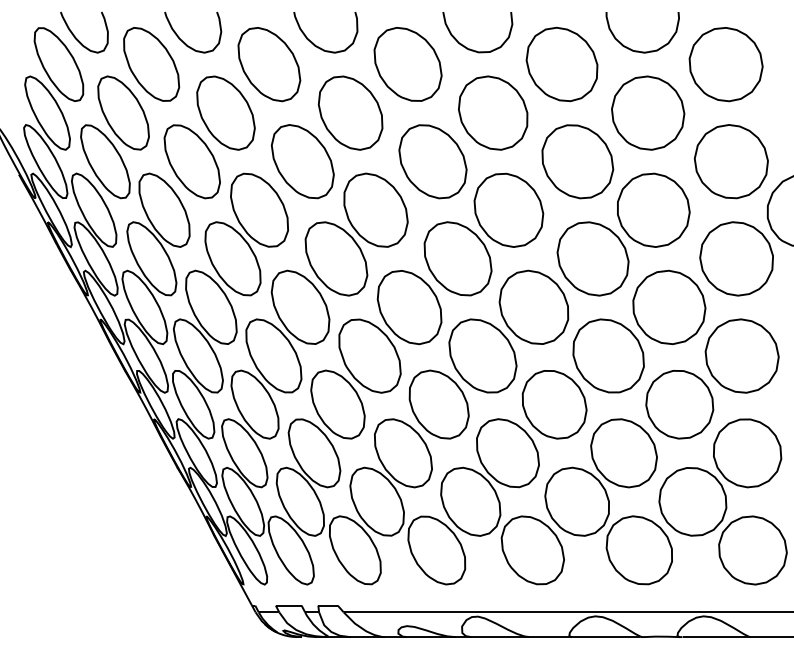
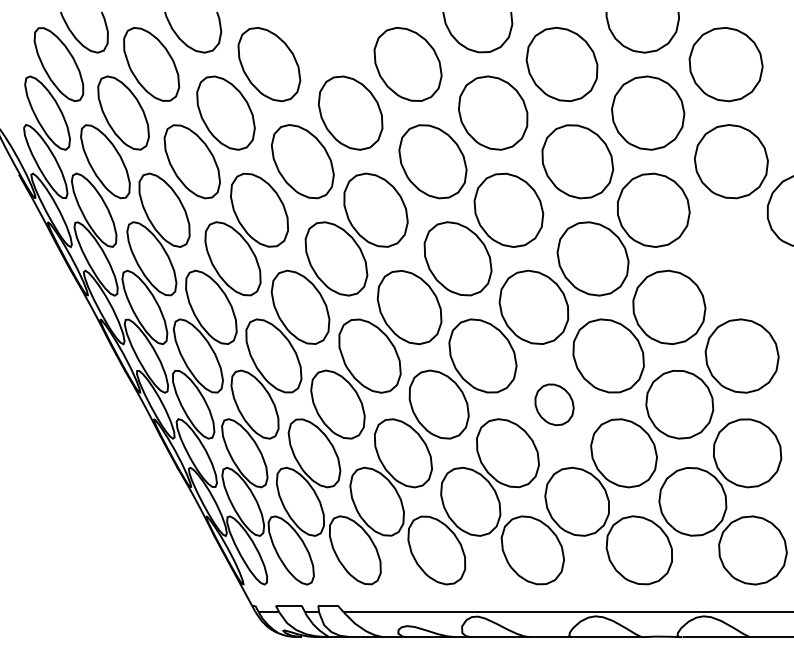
curve at (314, 43): present -> none
part at (736, 258): present -> none
part at (554, 404) size: 67x70 px -> 41x44 px
